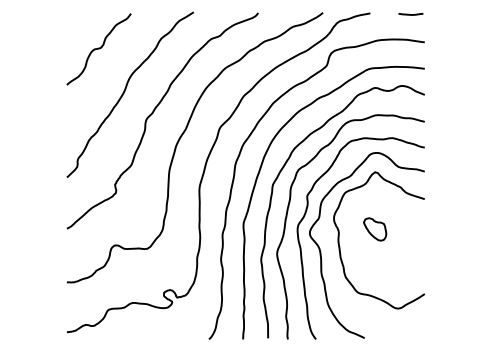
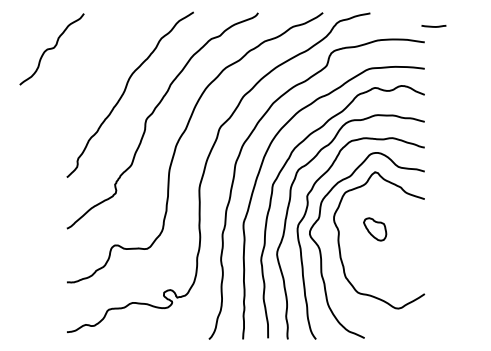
line at (410, 14) position: (410, 14) -> (433, 26)
curve at (98, 49) position: (98, 49) -> (51, 49)
